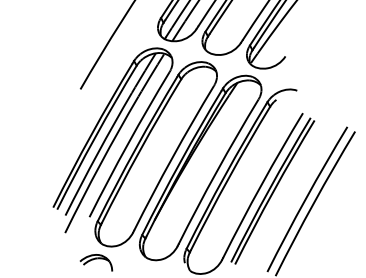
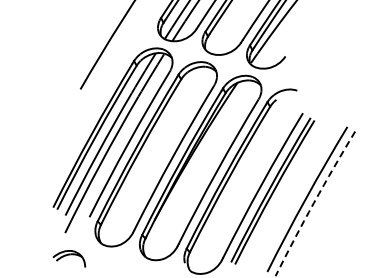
arc at (313, 203): solid -> dashed
part at (96, 262) position: (96, 262) -> (69, 258)
